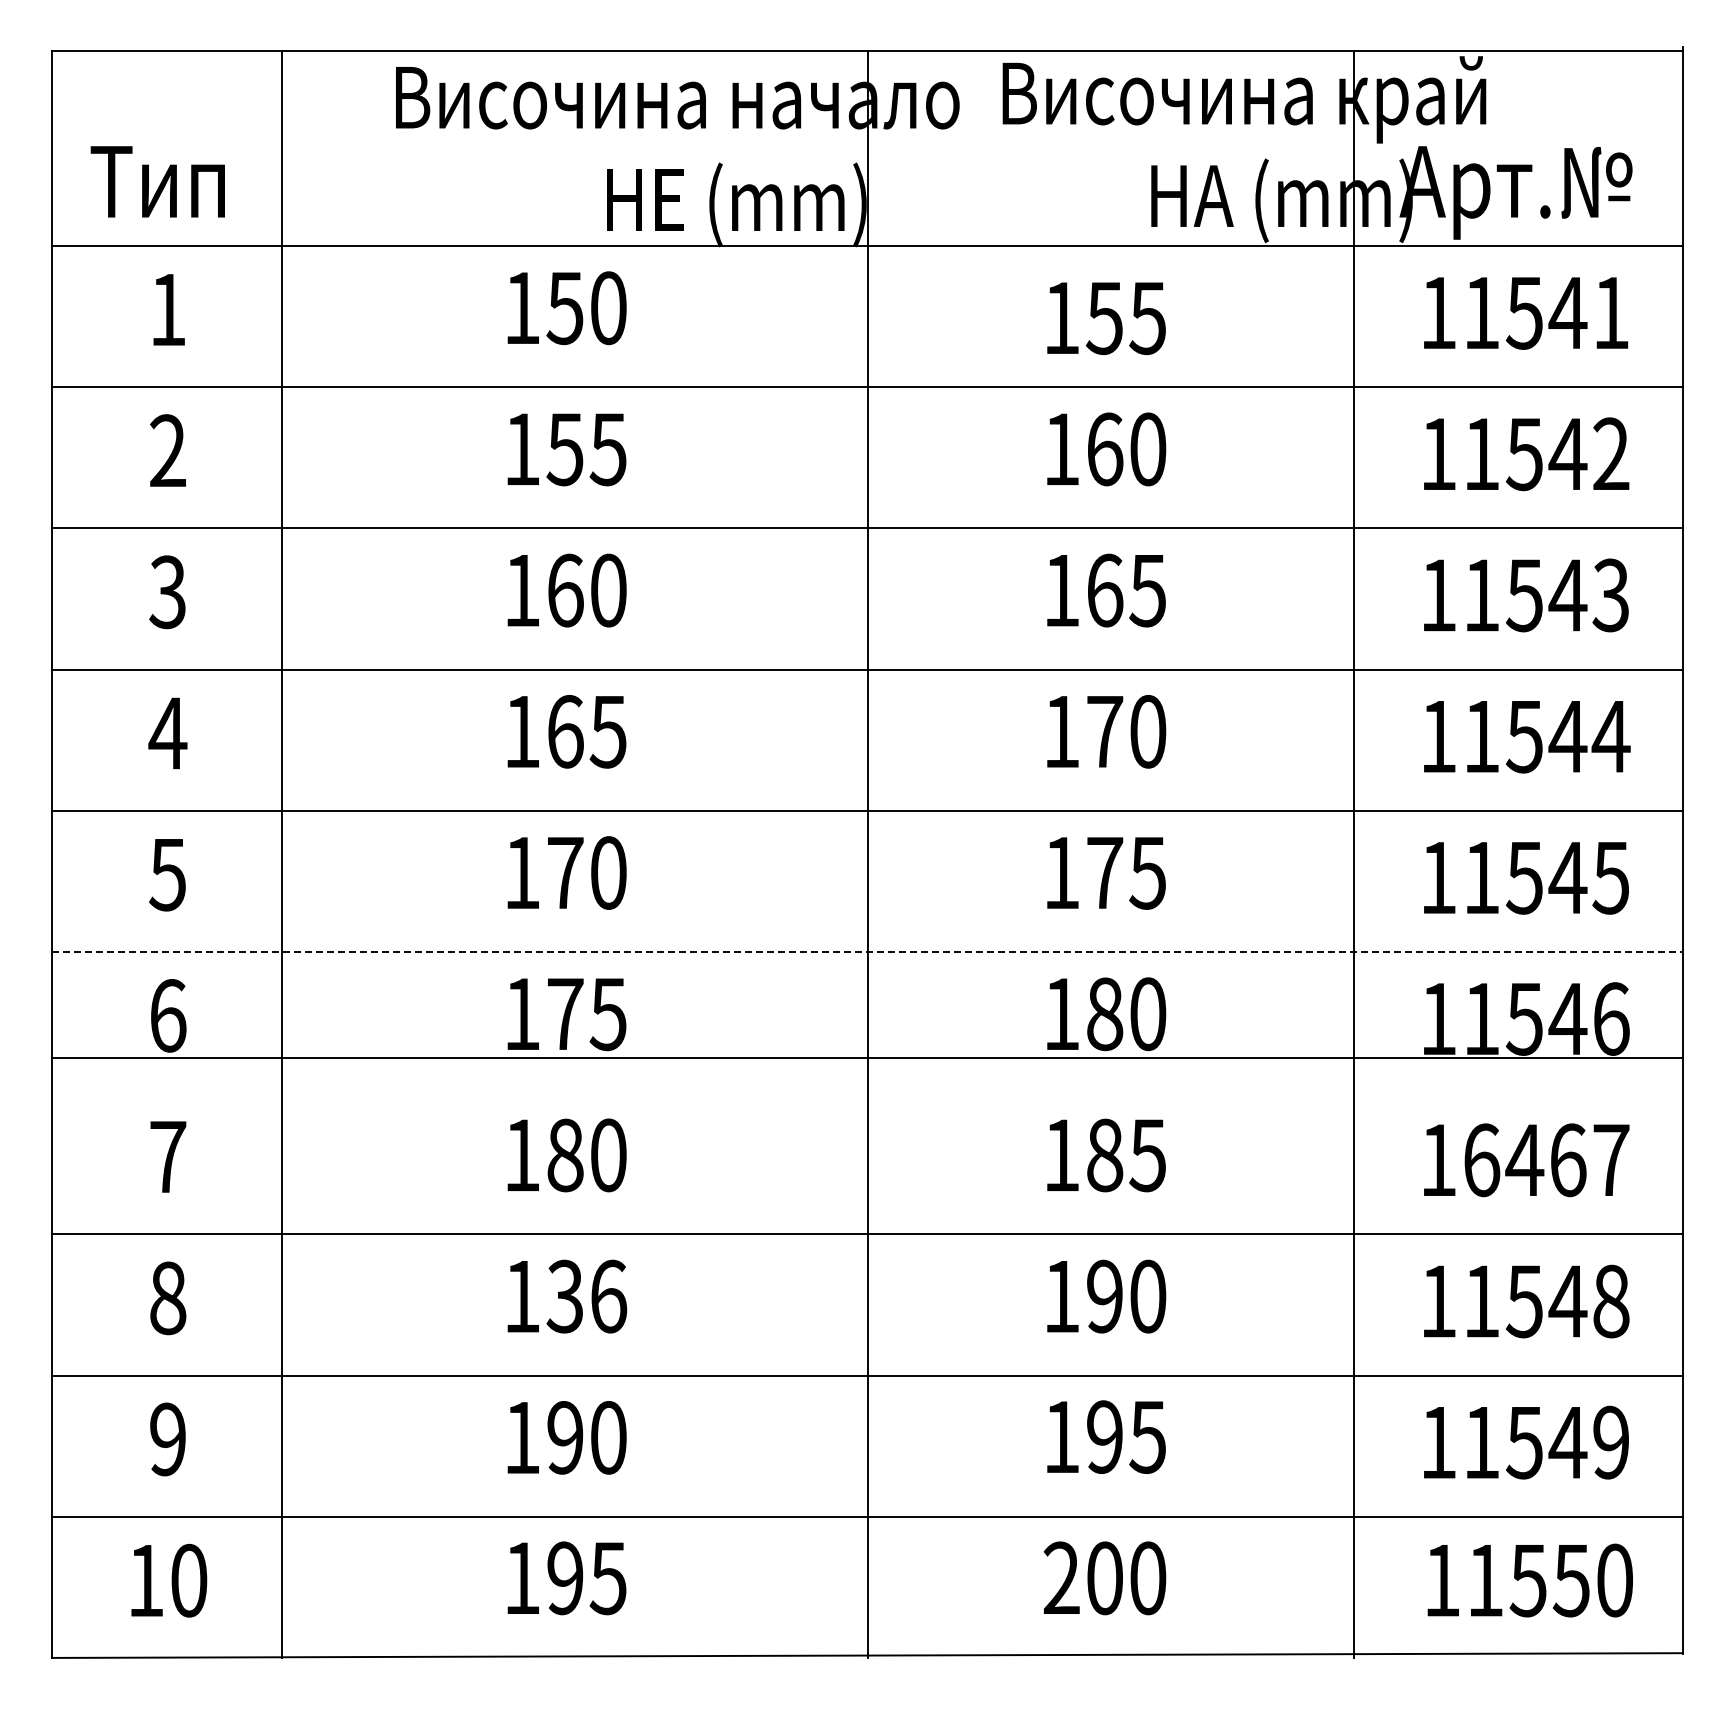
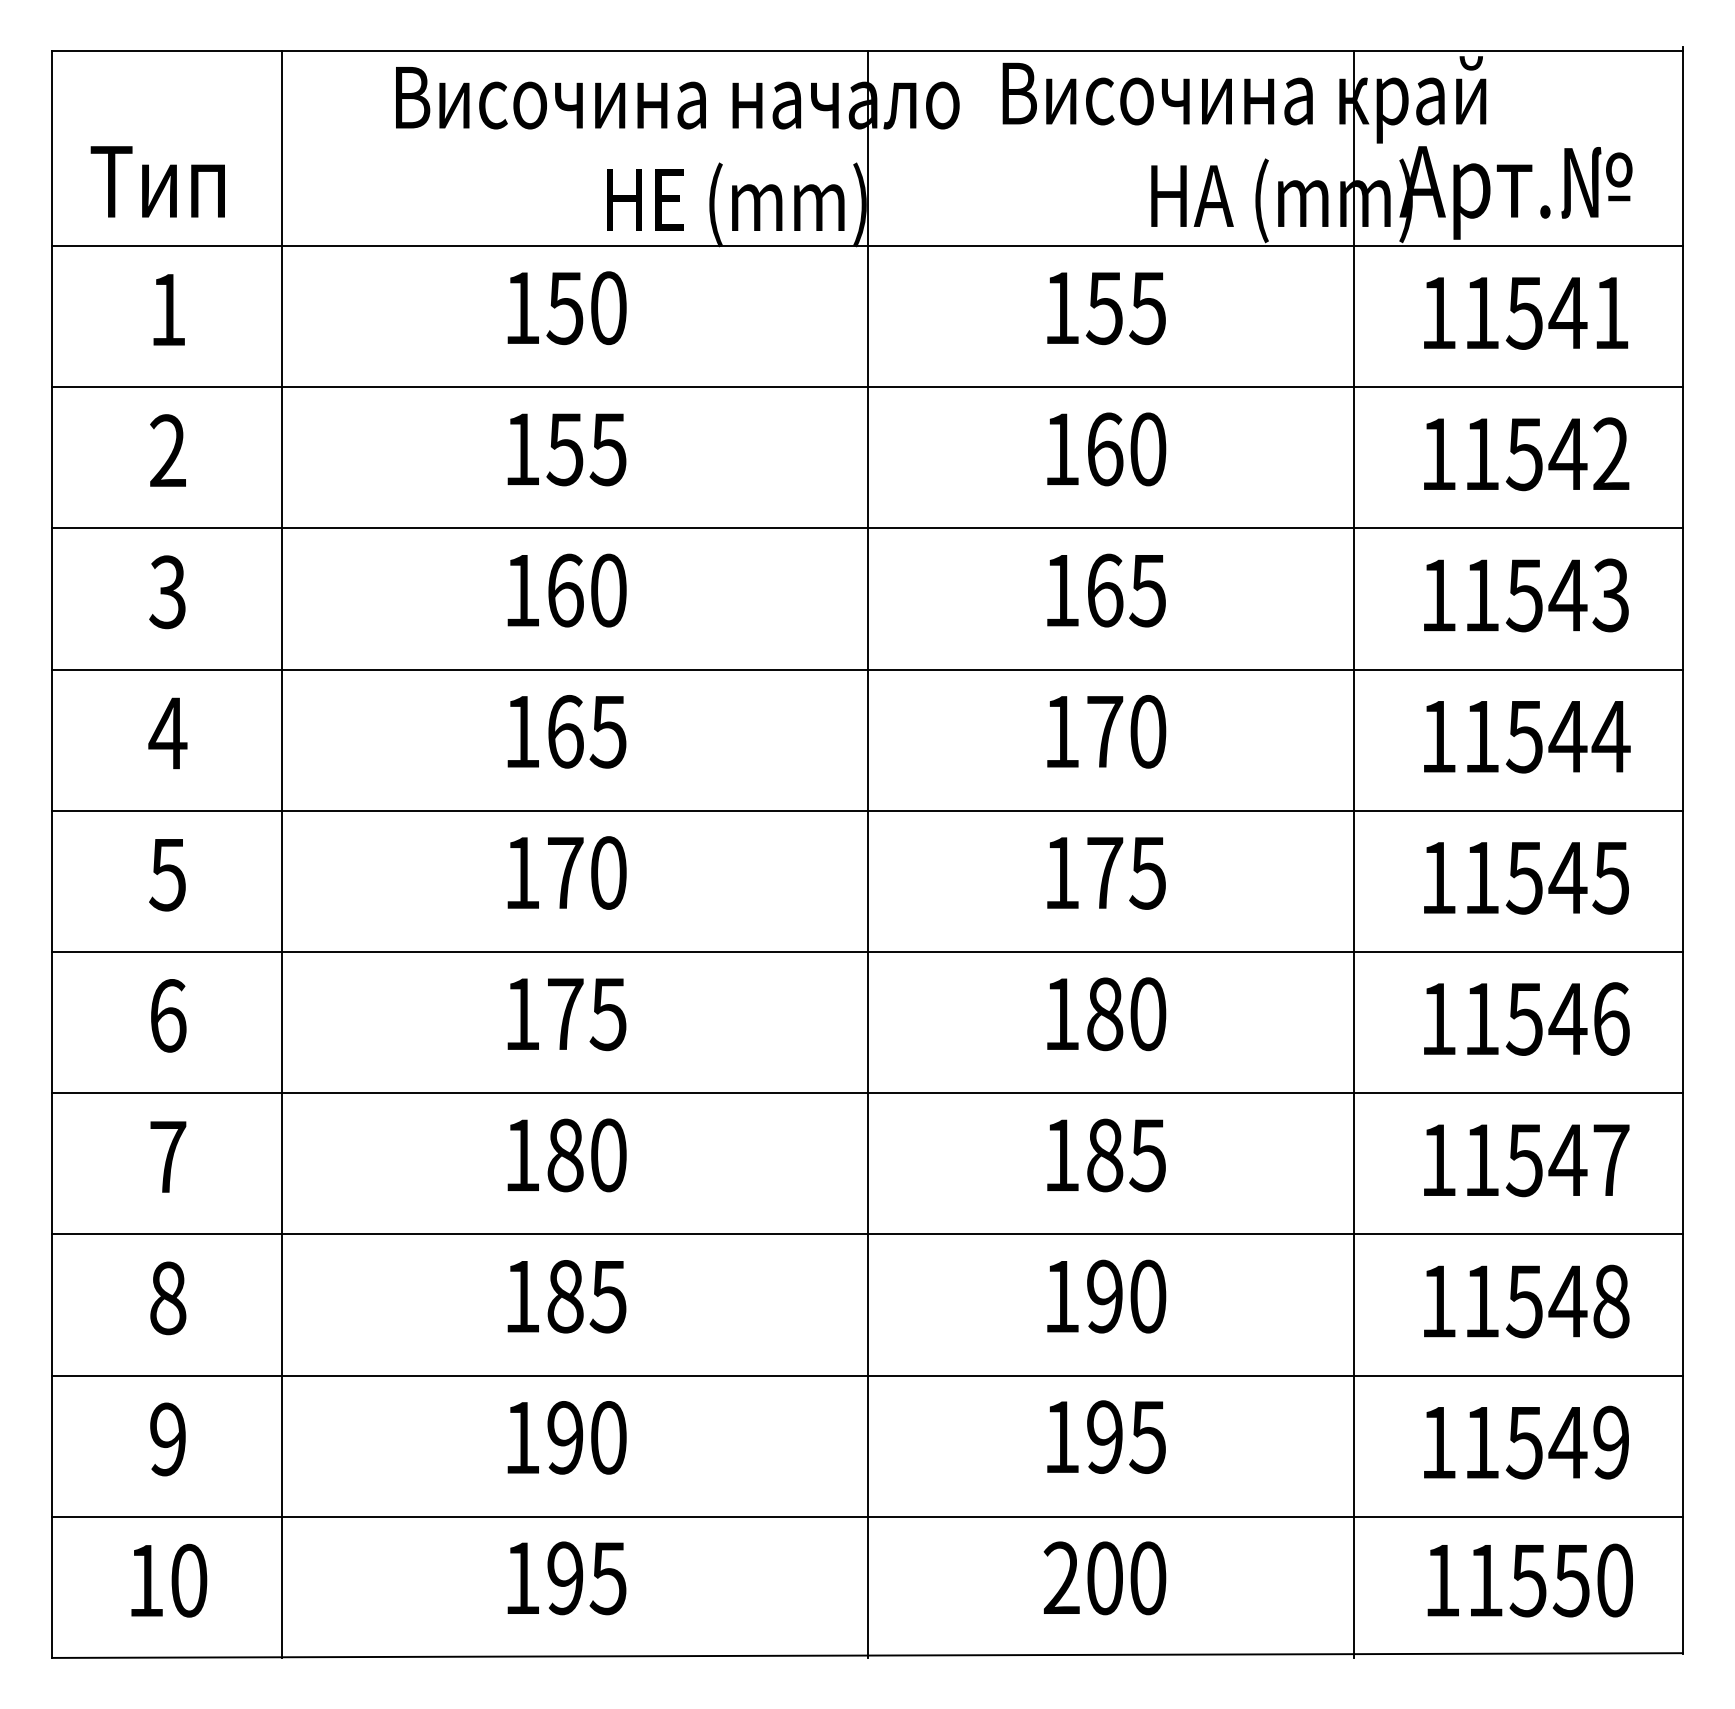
text at (1106, 318) position: (1106, 318) -> (1106, 308)
line at (868, 951): dashed -> solid
line at (867, 1058) position: (867, 1058) -> (867, 1093)
text at (1525, 1160): 16467 -> 11547
text at (586, 1296): 136 -> 185
